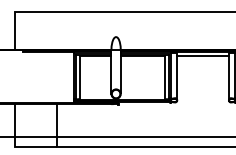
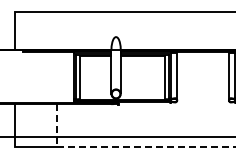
line at (202, 55): present -> none
line at (123, 147): solid -> dashed
